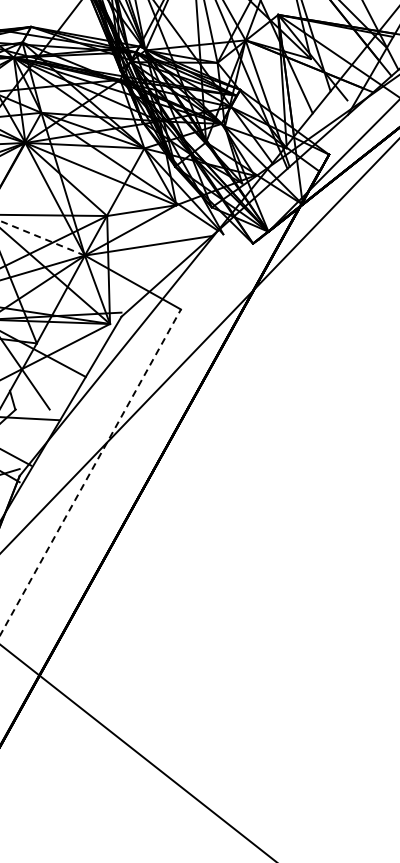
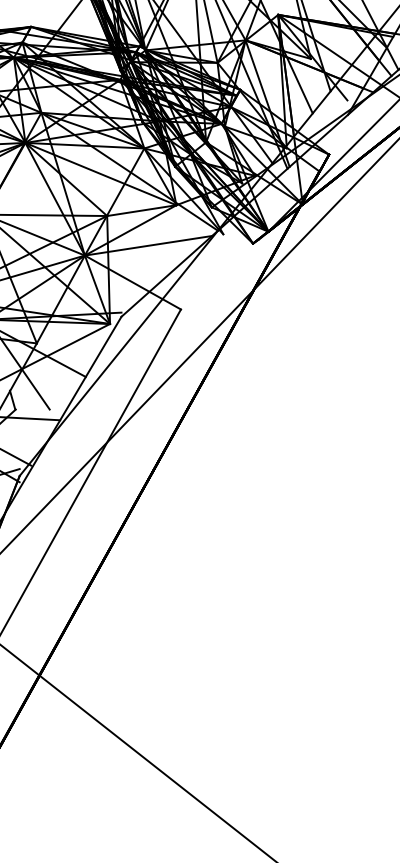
line at (42, 238): dashed -> solid
line at (90, 471): dashed -> solid
